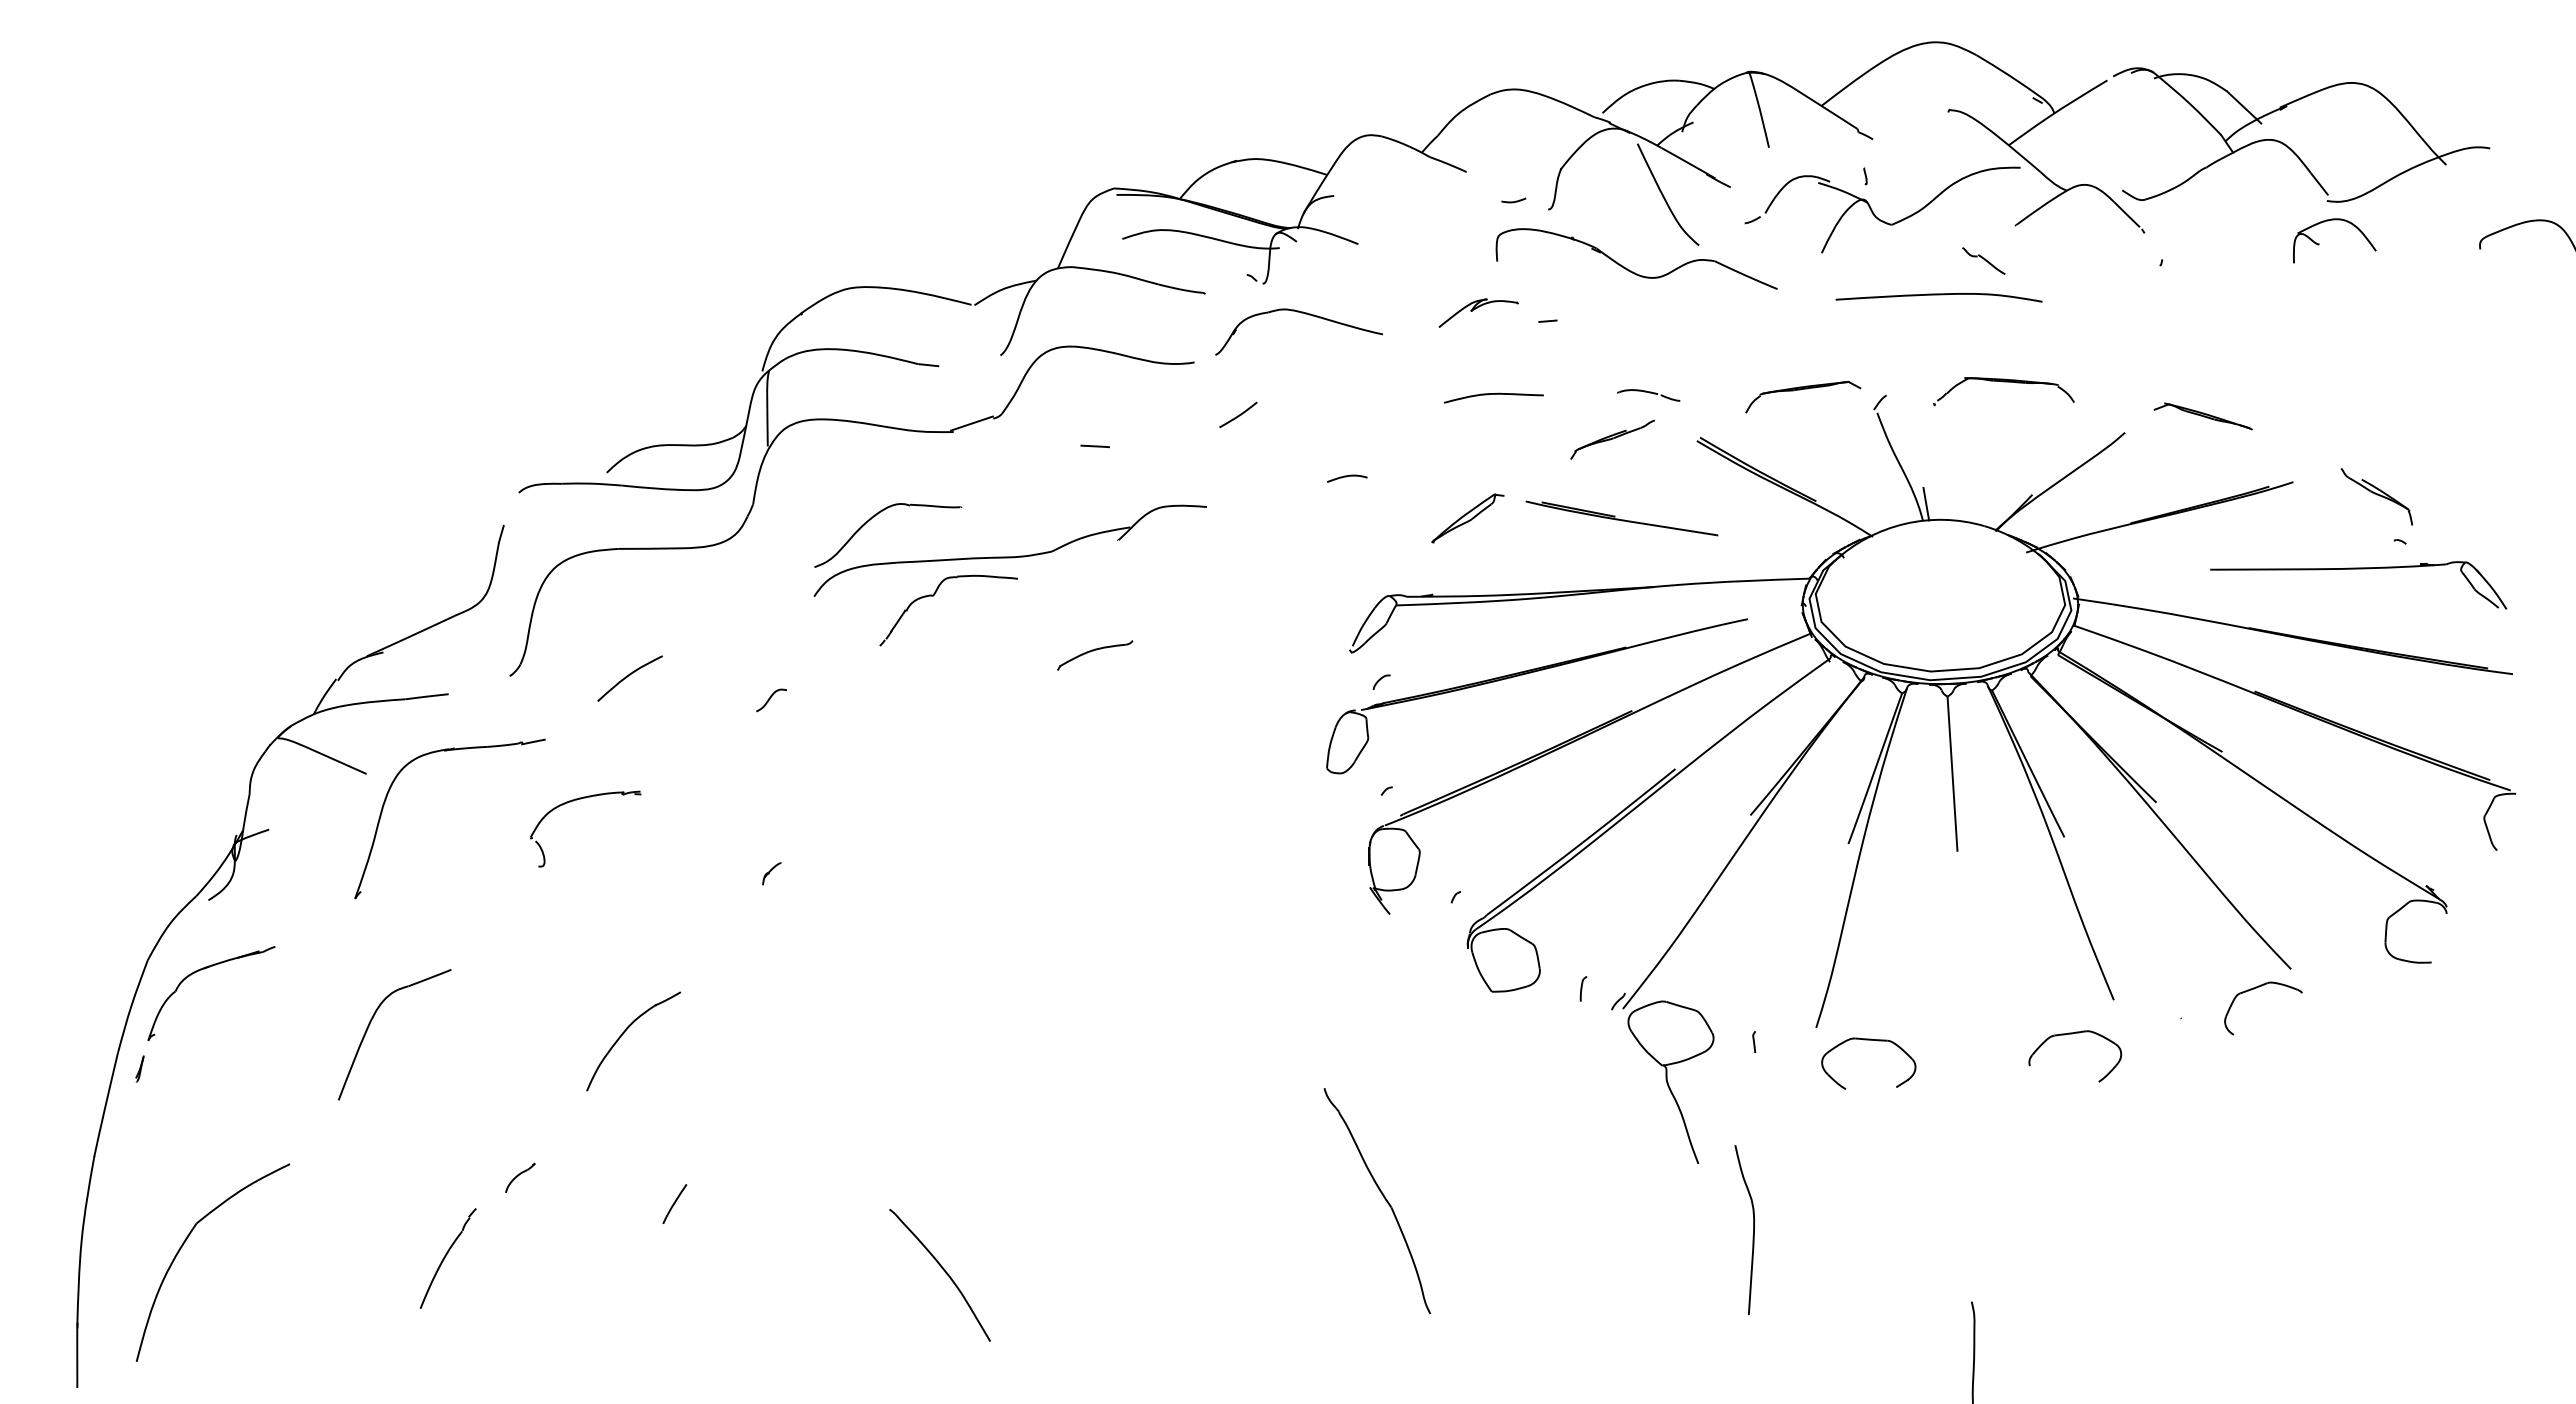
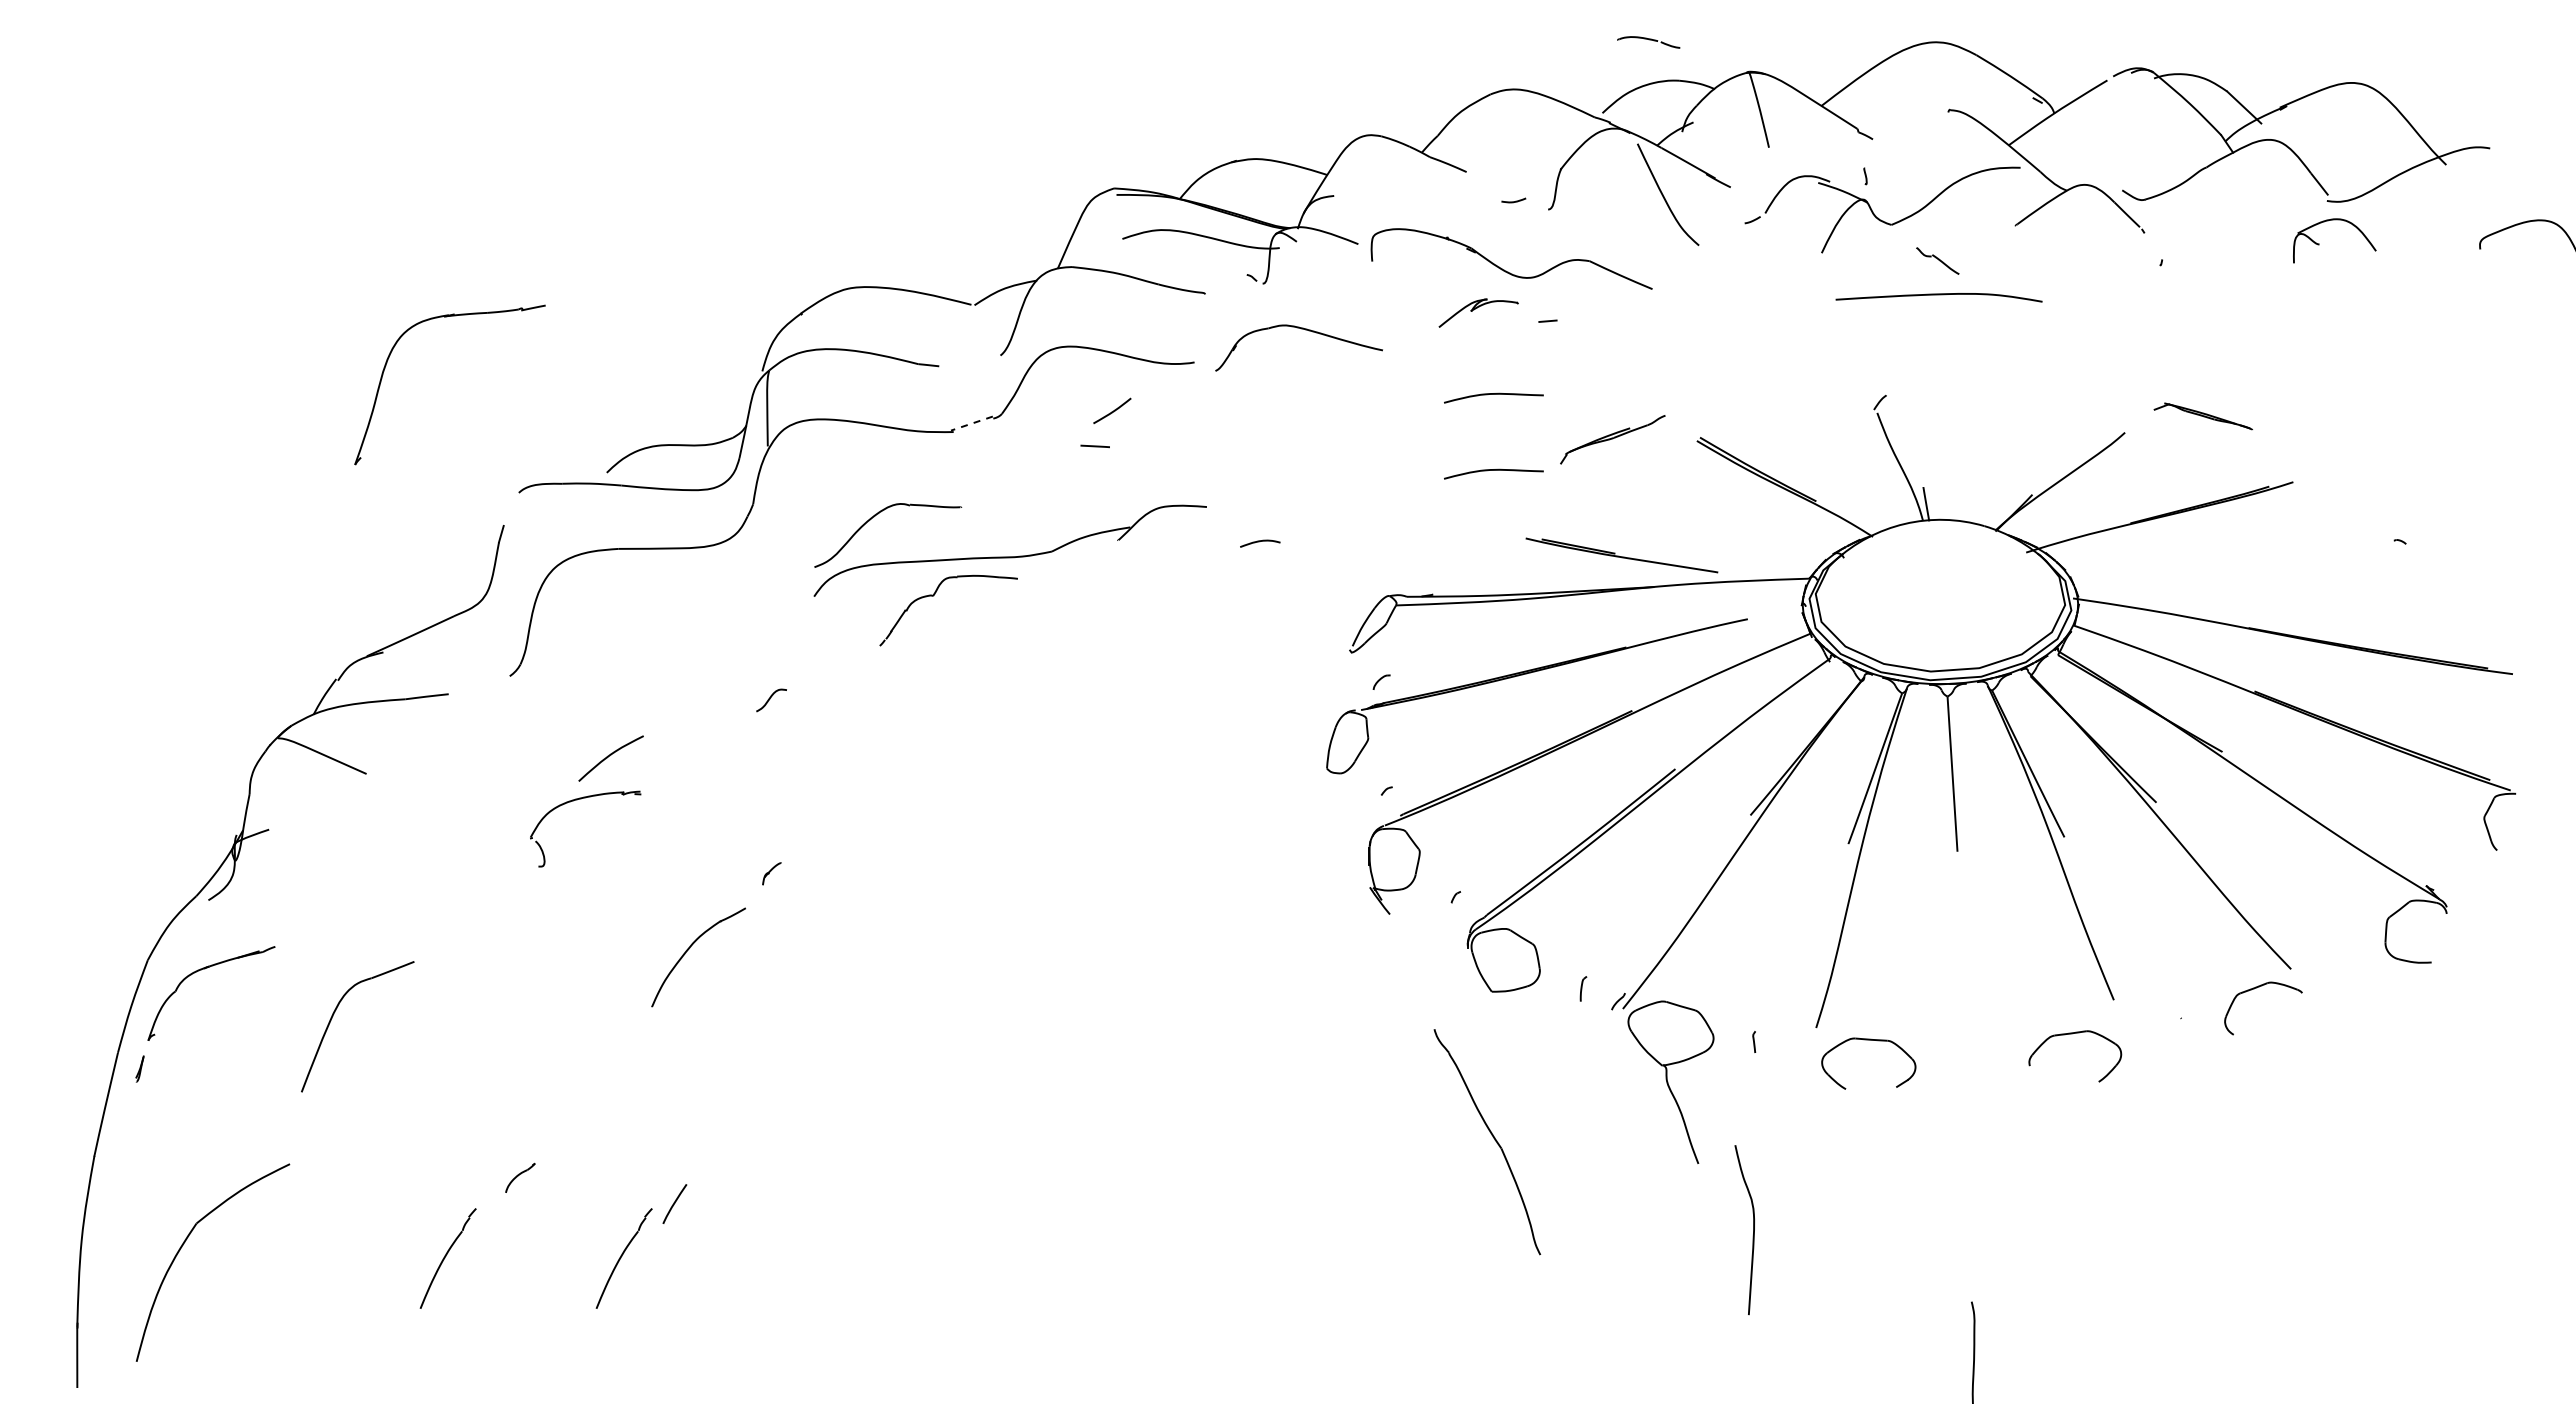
part at (1983, 260) position: (1983, 260) -> (1937, 260)
part at (1631, 270) position: (1631, 270) -> (1506, 270)
part at (1301, 313) position: (1301, 313) -> (1301, 329)
part at (2003, 382): present -> none
part at (1800, 390): present -> none
part at (1648, 395) position: (1648, 395) -> (1648, 42)
curve at (1239, 414) position: (1239, 414) -> (1113, 410)
line at (971, 423): solid -> dashed
part at (1612, 439) size: 85x41 px -> 106x50 px
curve at (1493, 470): none -> present
curve at (1346, 477) position: (1346, 477) -> (1259, 542)
part at (2376, 496): present -> none
part at (1467, 518): present -> none
part at (1621, 518) position: (1621, 518) -> (1621, 555)
part at (2358, 569): present -> none
part at (1095, 655): present -> none
curve at (628, 676) position: (628, 676) -> (609, 756)
part at (387, 797) position: (387, 797) -> (387, 363)
part at (371, 1022) position: (371, 1022) -> (334, 1014)
part at (625, 1032) position: (625, 1032) -> (690, 948)
part at (1383, 1197) position: (1383, 1197) -> (1493, 1138)
part at (623, 1258): none -> present
curve at (945, 1273): present -> none
